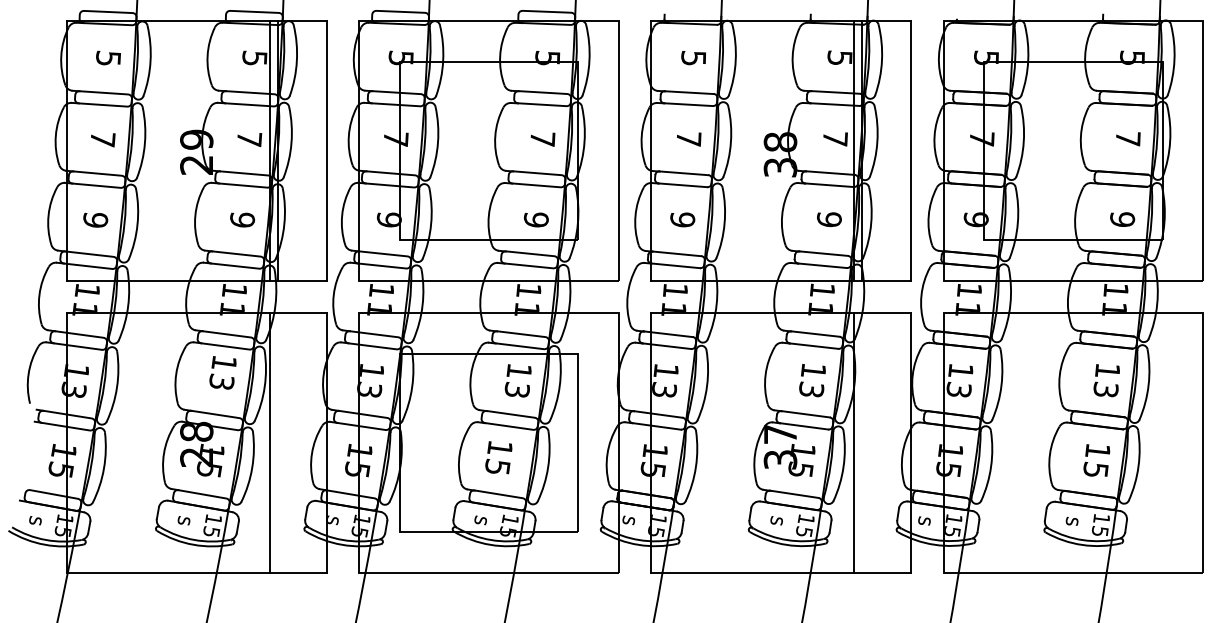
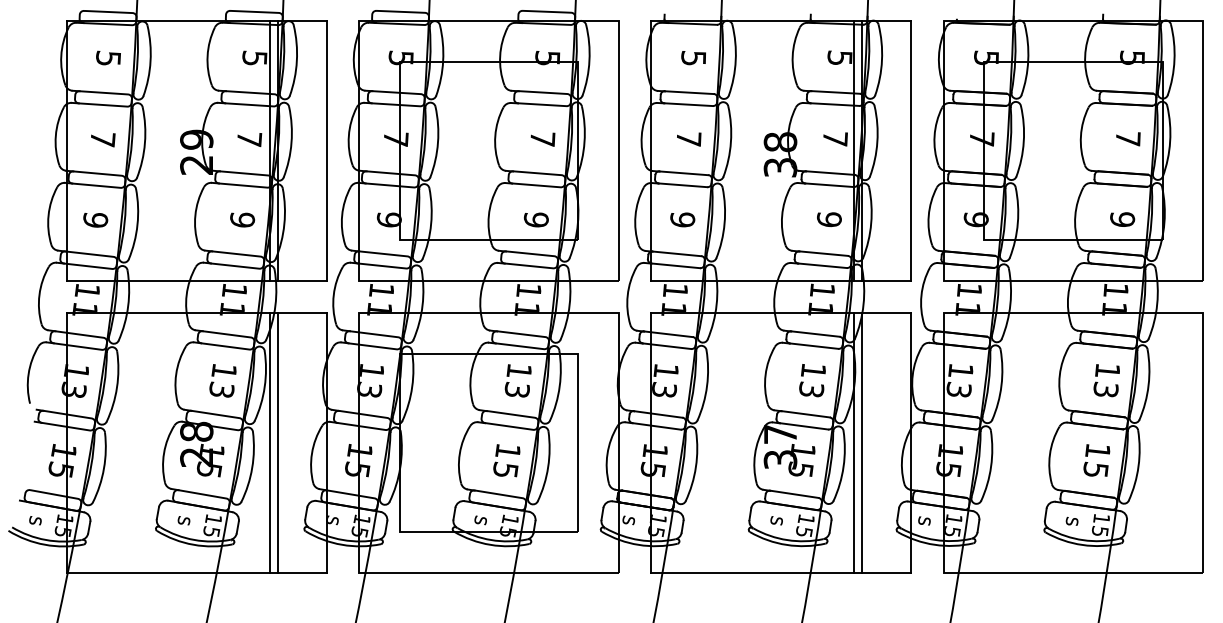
text at (222, 372) position: (222, 372) -> (222, 380)
line at (278, 442): none -> present
line at (862, 442): none -> present
text at (498, 457) position: (498, 457) -> (506, 460)
